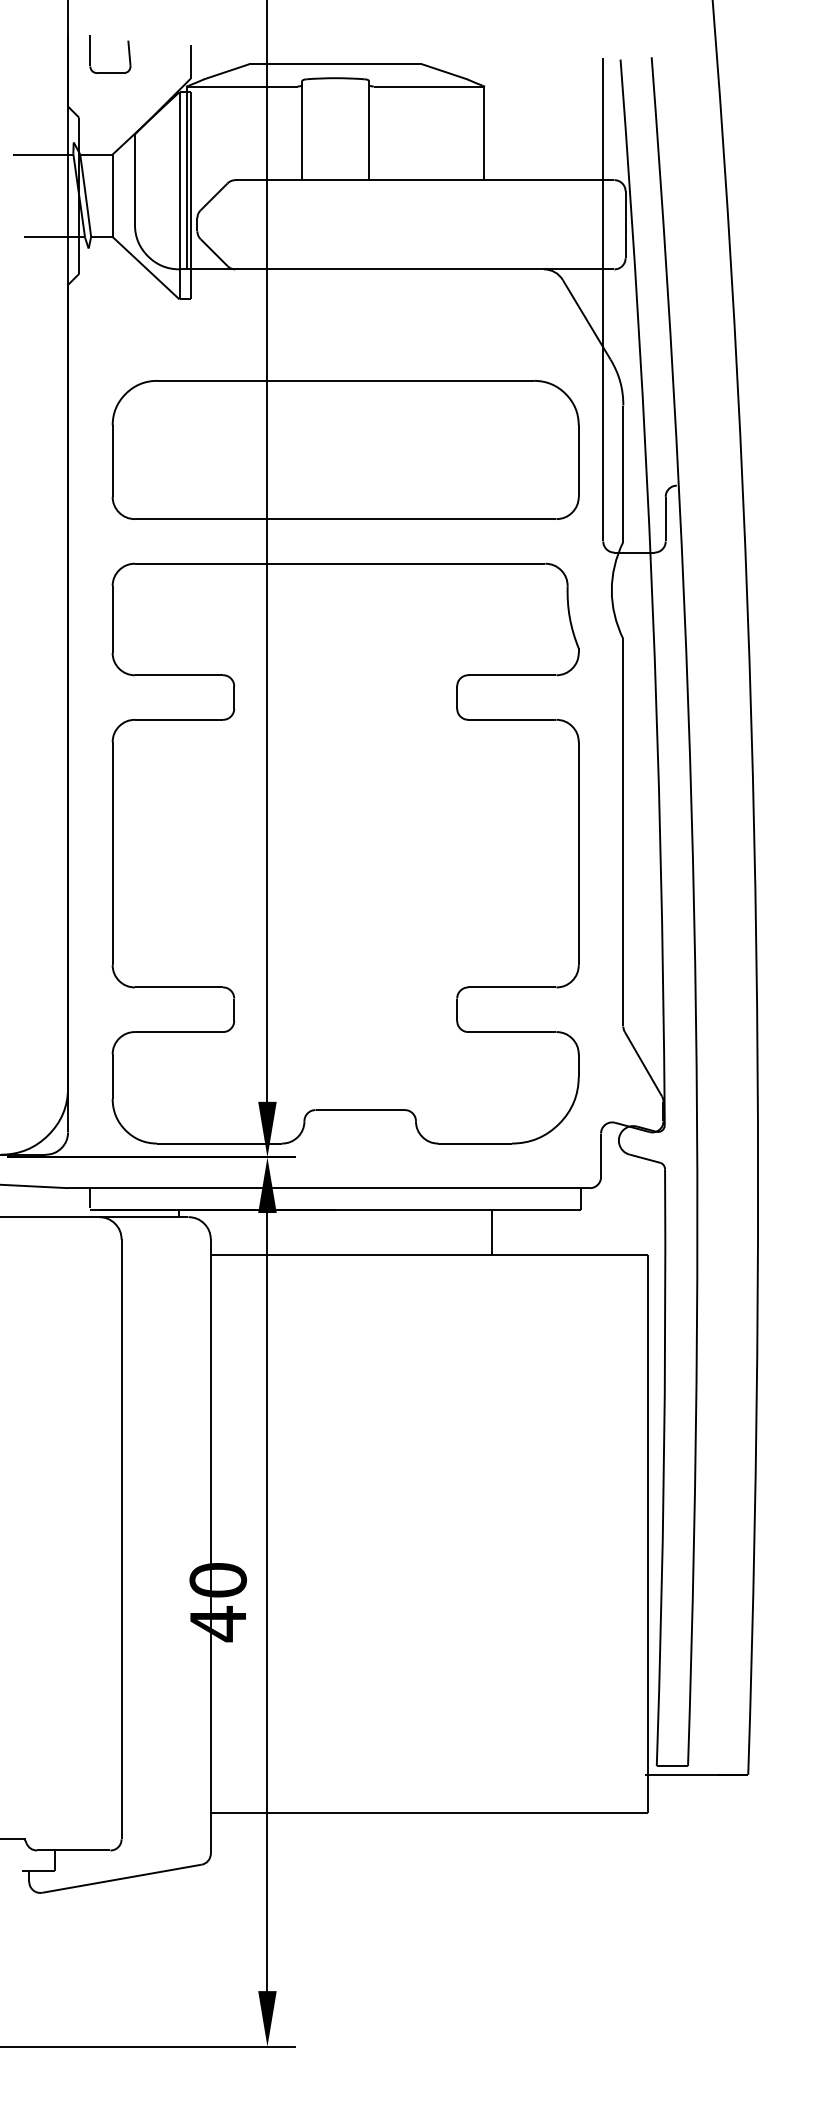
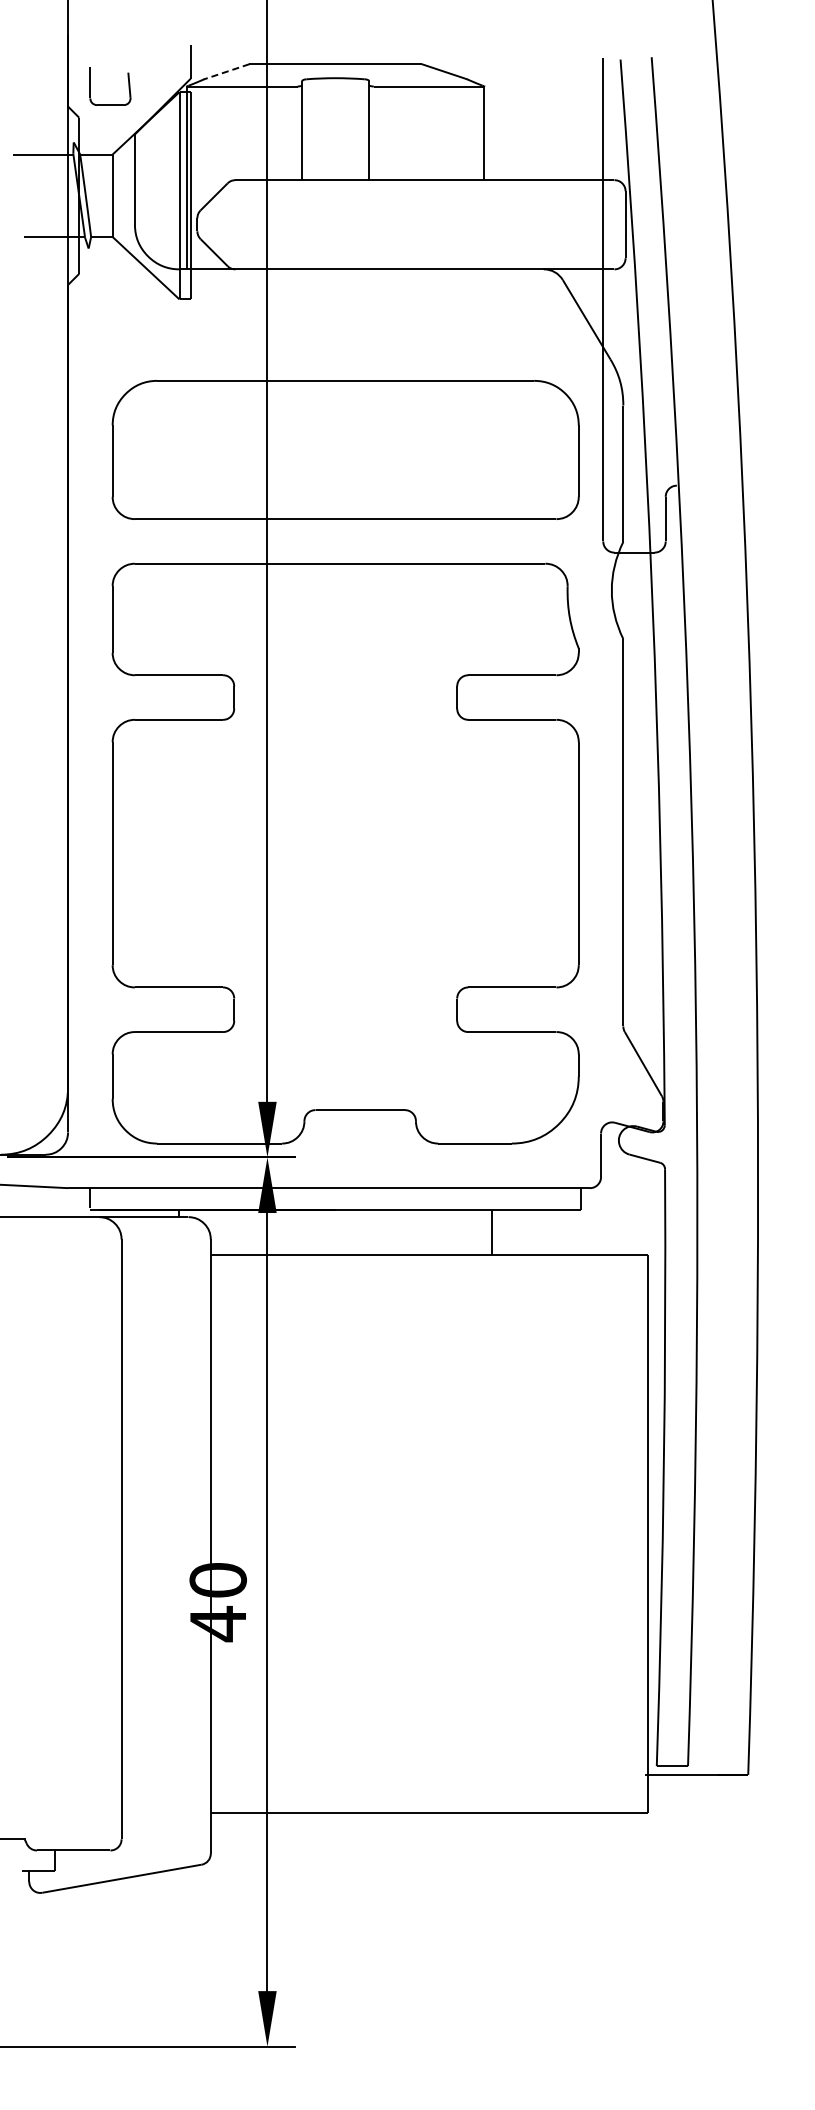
part at (128, 54) position: (128, 54) -> (128, 86)
line at (226, 72): solid -> dashed
